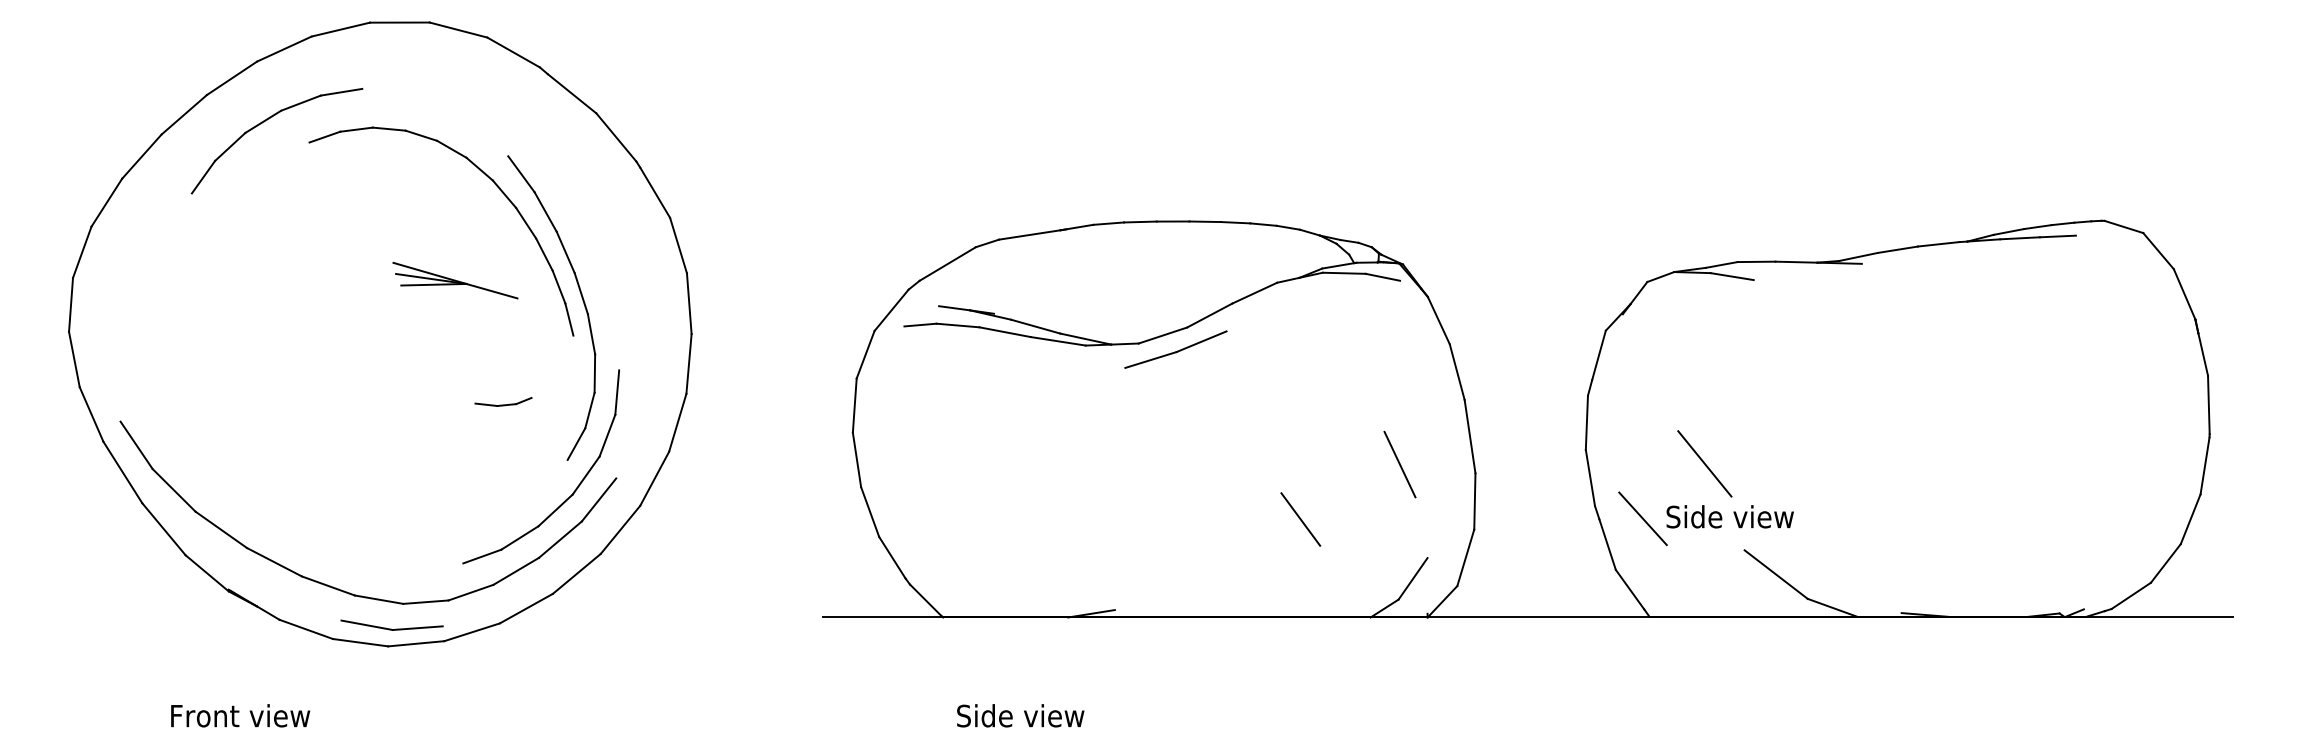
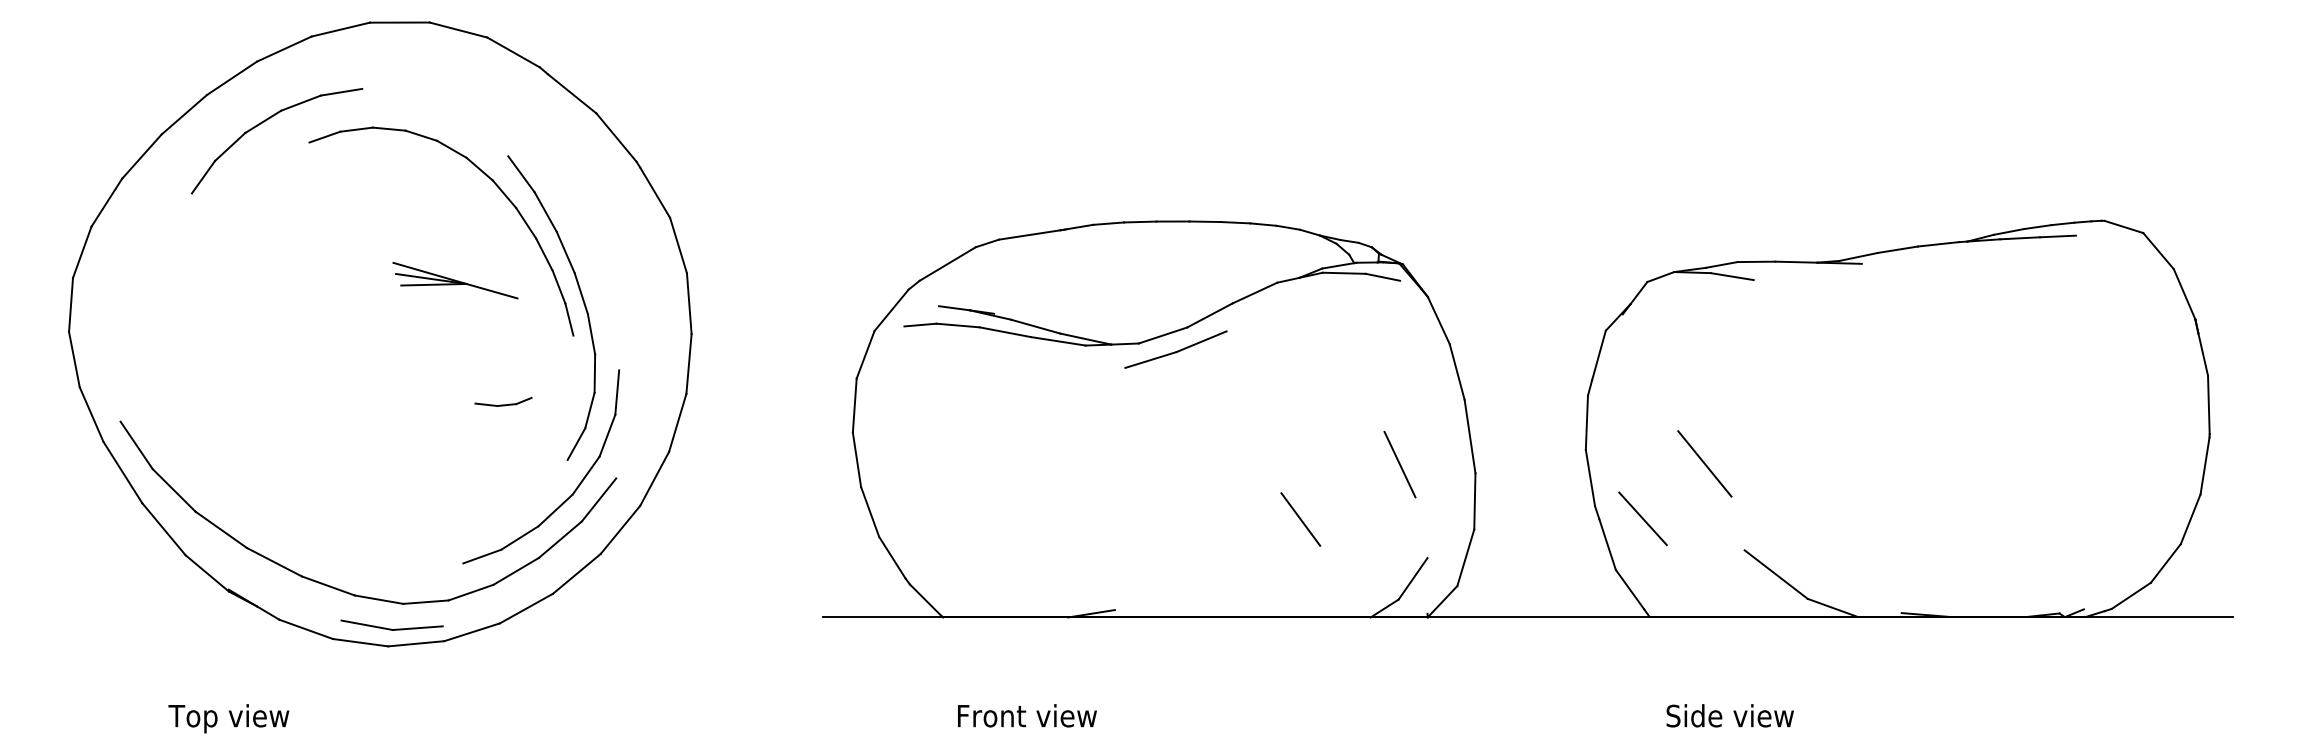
text at (1729, 516) position: (1729, 516) -> (1729, 715)
text at (1026, 715): Side view -> Front view
text at (239, 718): Front view -> Top view
